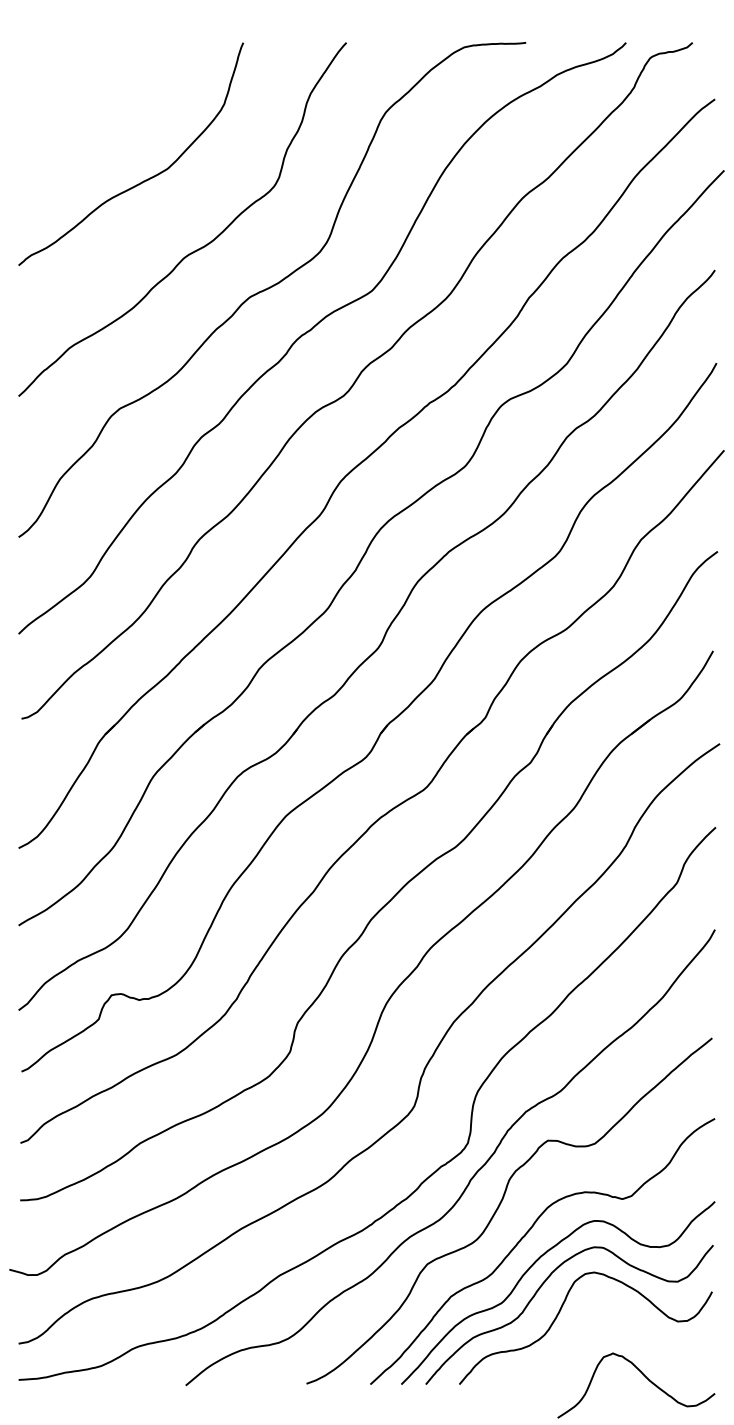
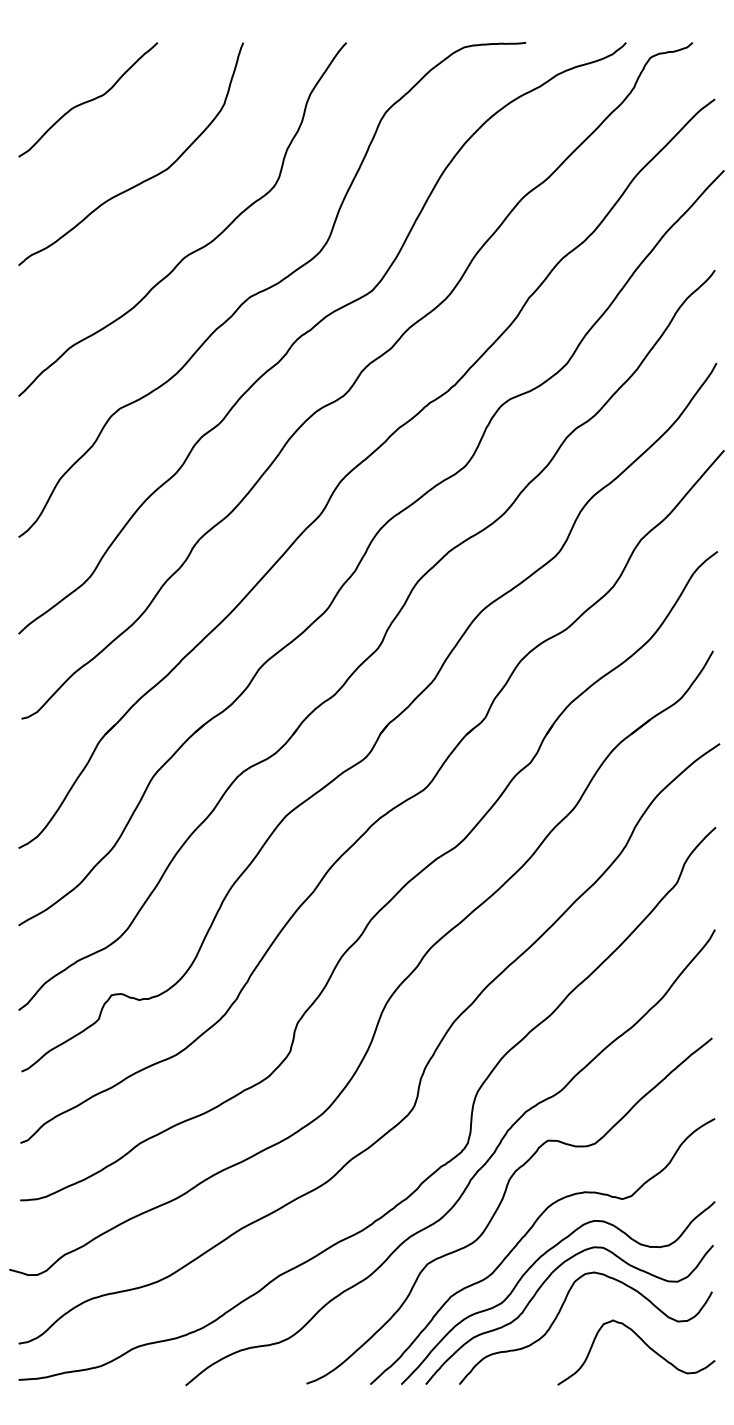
curve at (88, 100): none -> present
curve at (644, 1376) position: (644, 1376) -> (644, 1343)
